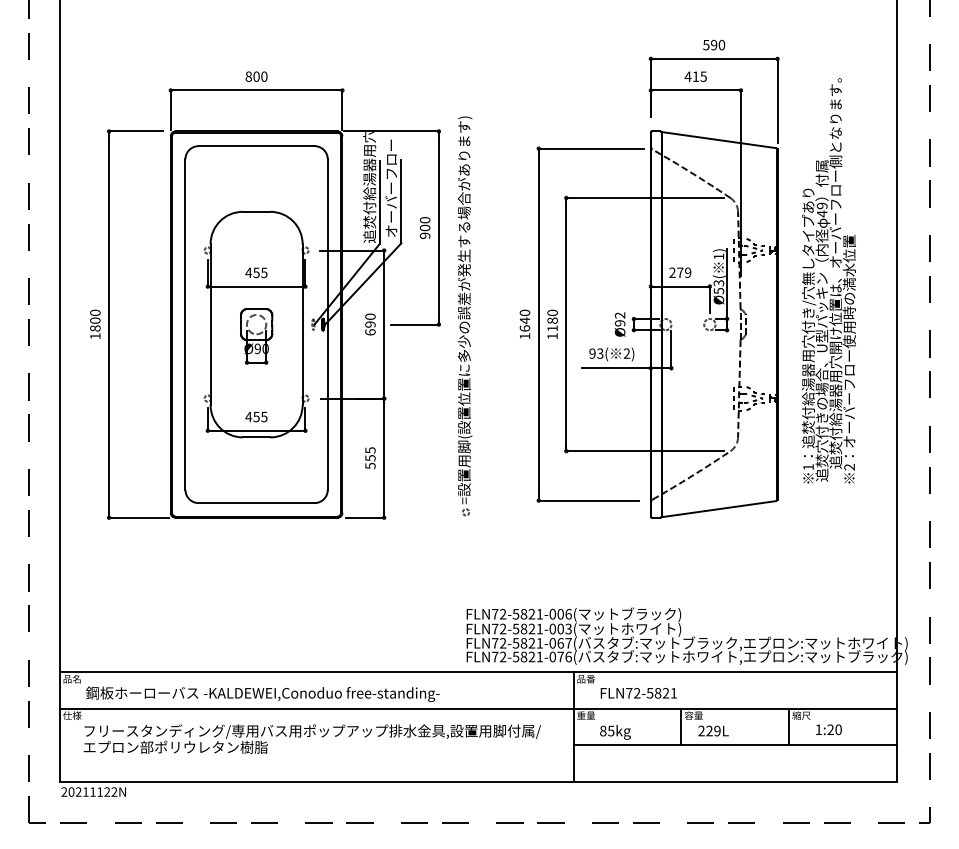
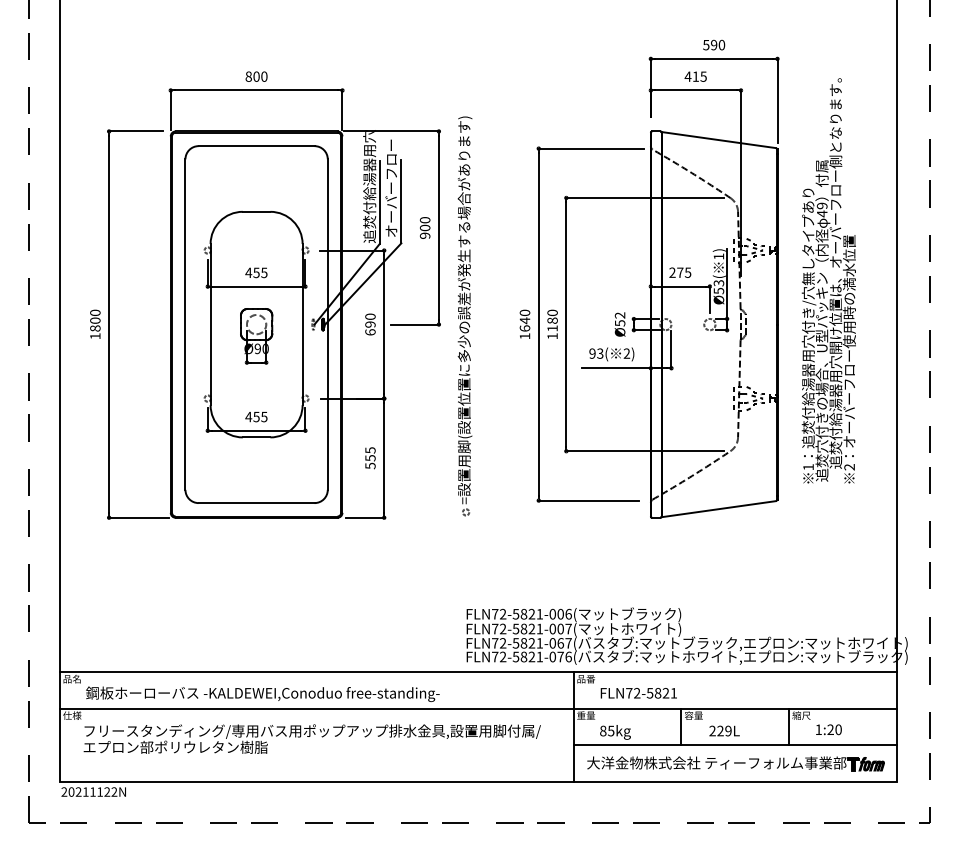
text at (687, 272): 279 -> 275
text at (619, 323): Ø92 -> Ø52
text at (568, 628): FLN72-5821-003( -> FLN72-5821-007(
text at (713, 730) position: (713, 730) -> (724, 730)
part at (735, 763): none -> present
